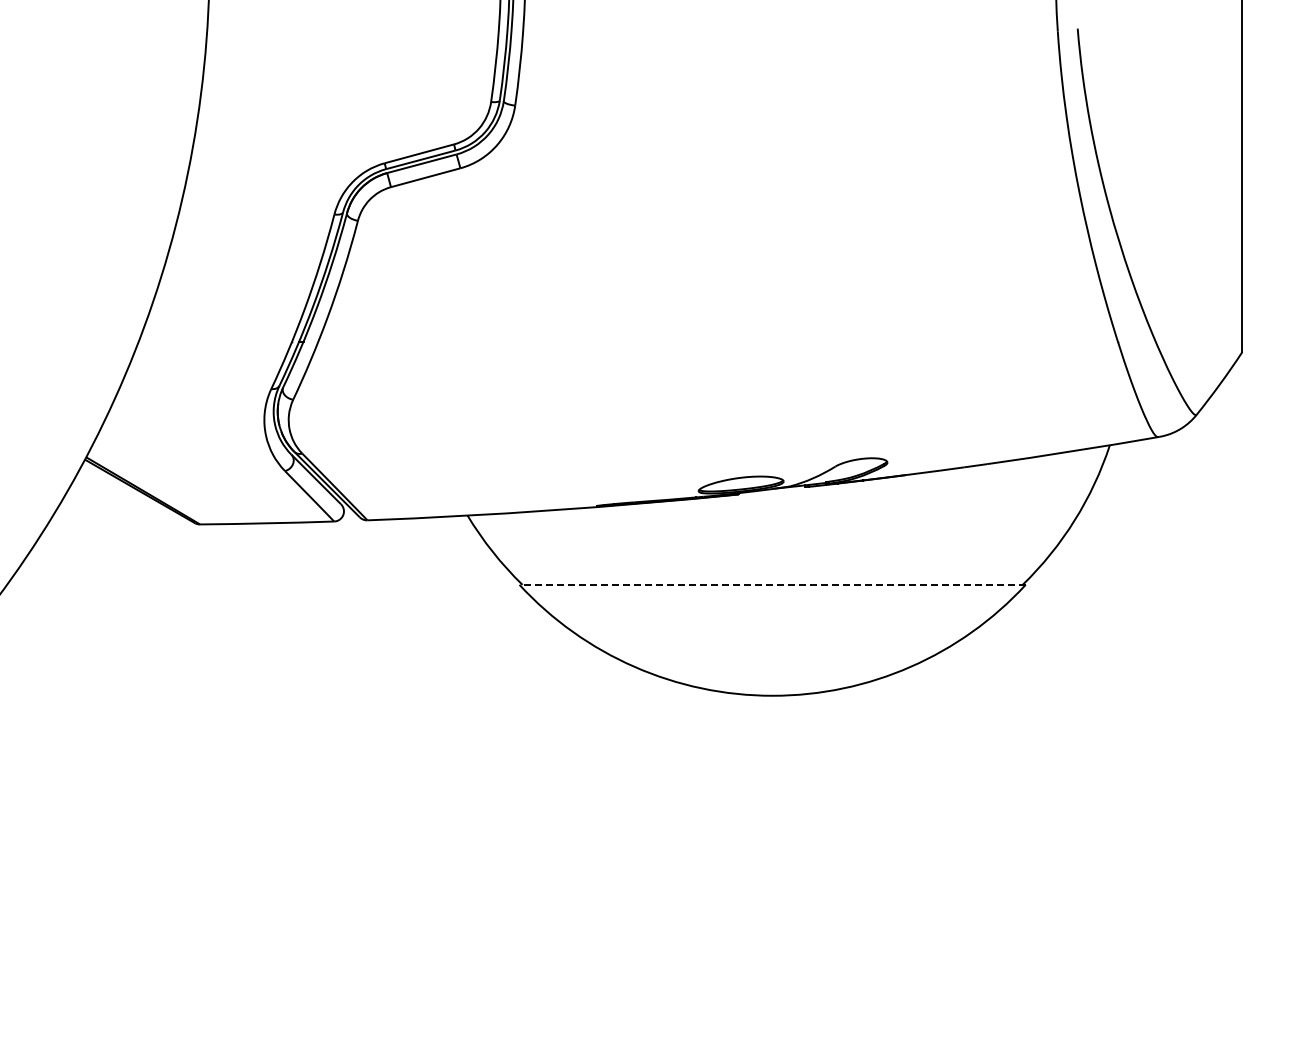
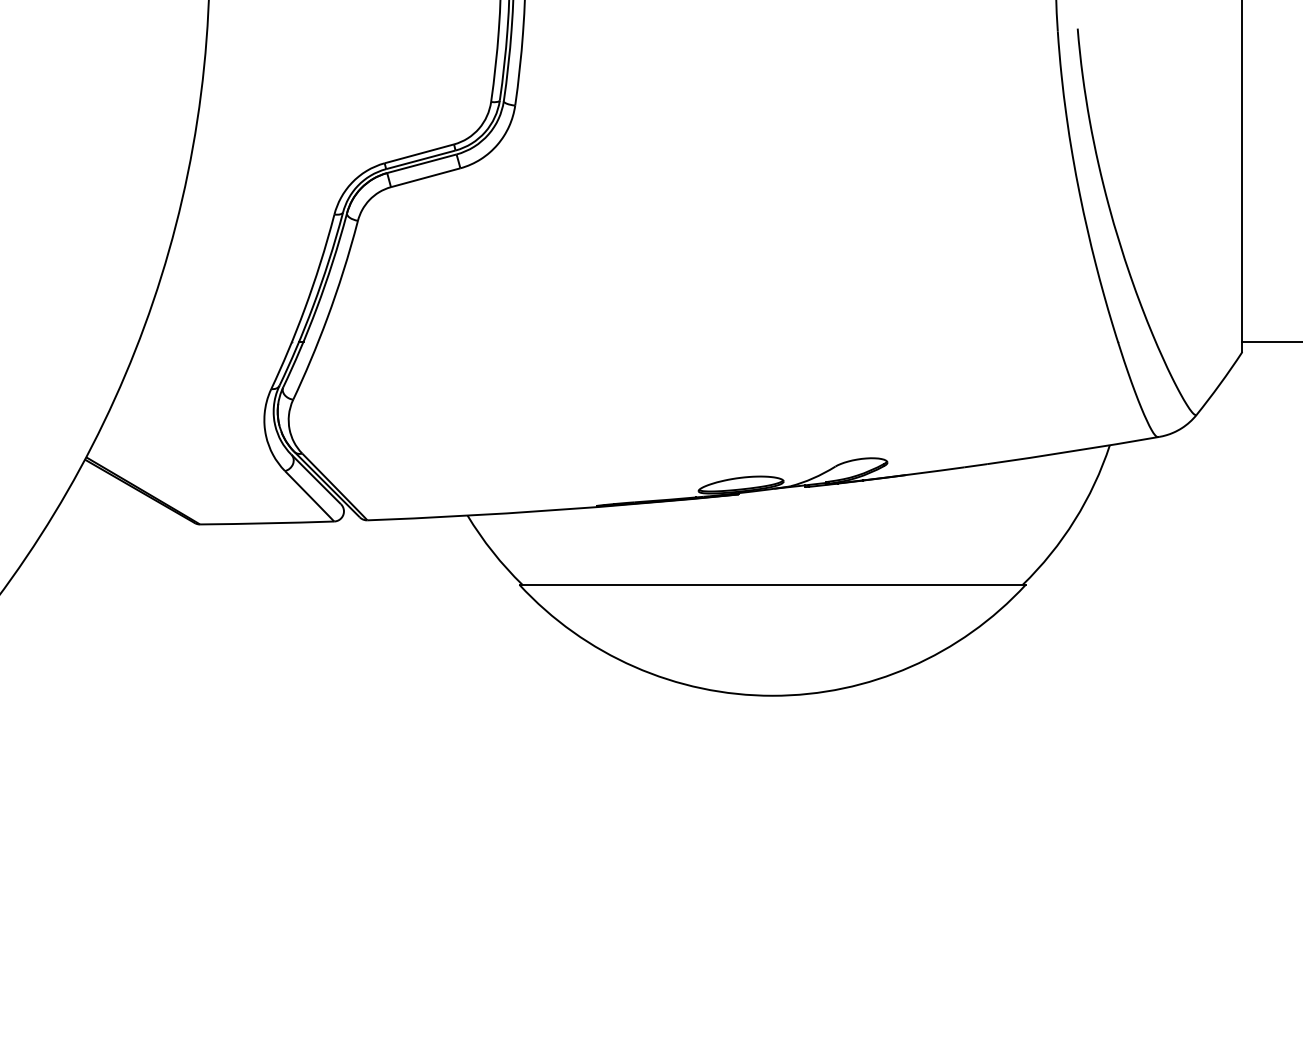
line at (1270, 341): none -> present
line at (772, 584): dashed -> solid
